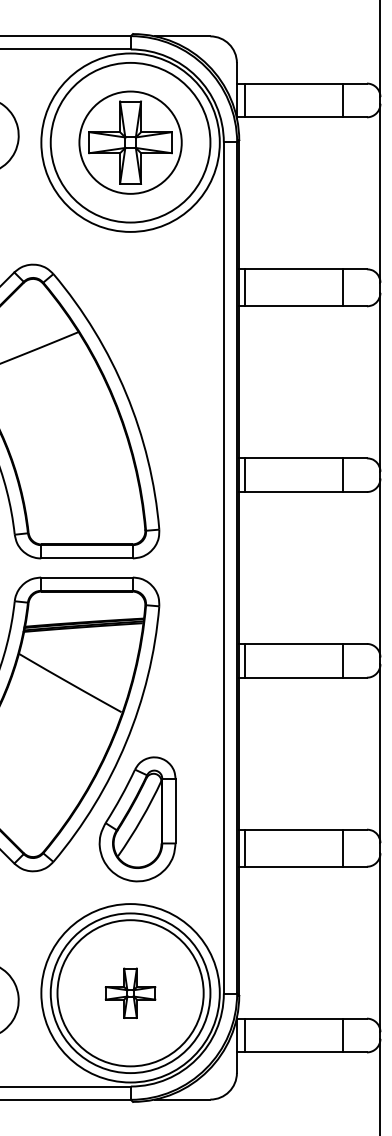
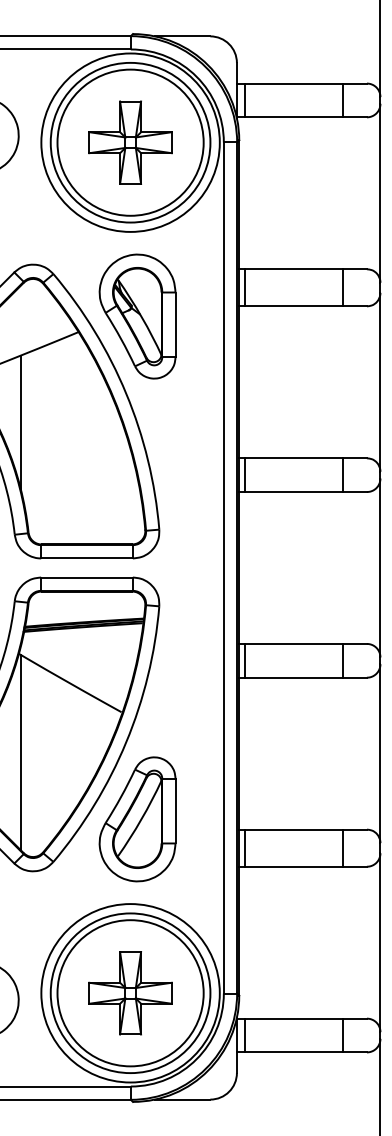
circle at (130, 142) diameter: 102 px -> 146 px
part at (137, 316): none -> present
line at (20, 422): none -> present
line at (20, 752): none -> present
part at (130, 992) size: 53x52 px -> 85x85 px
